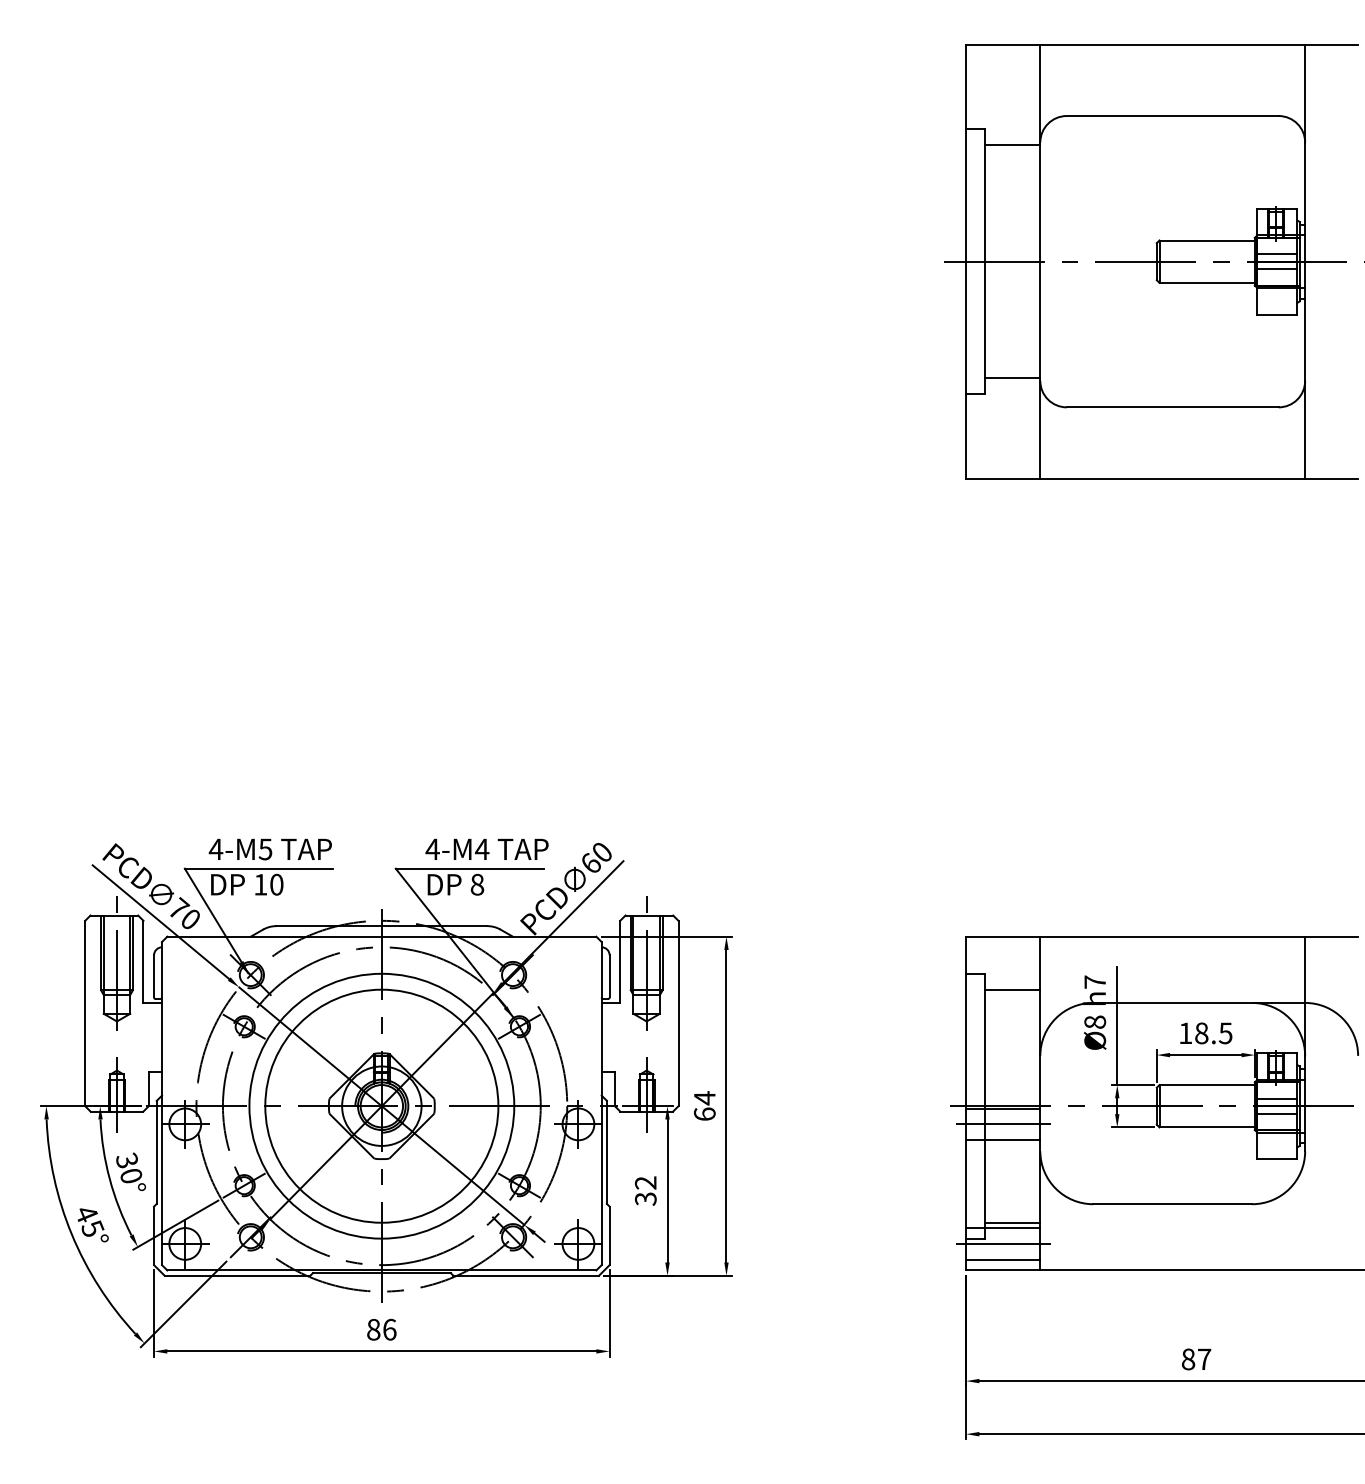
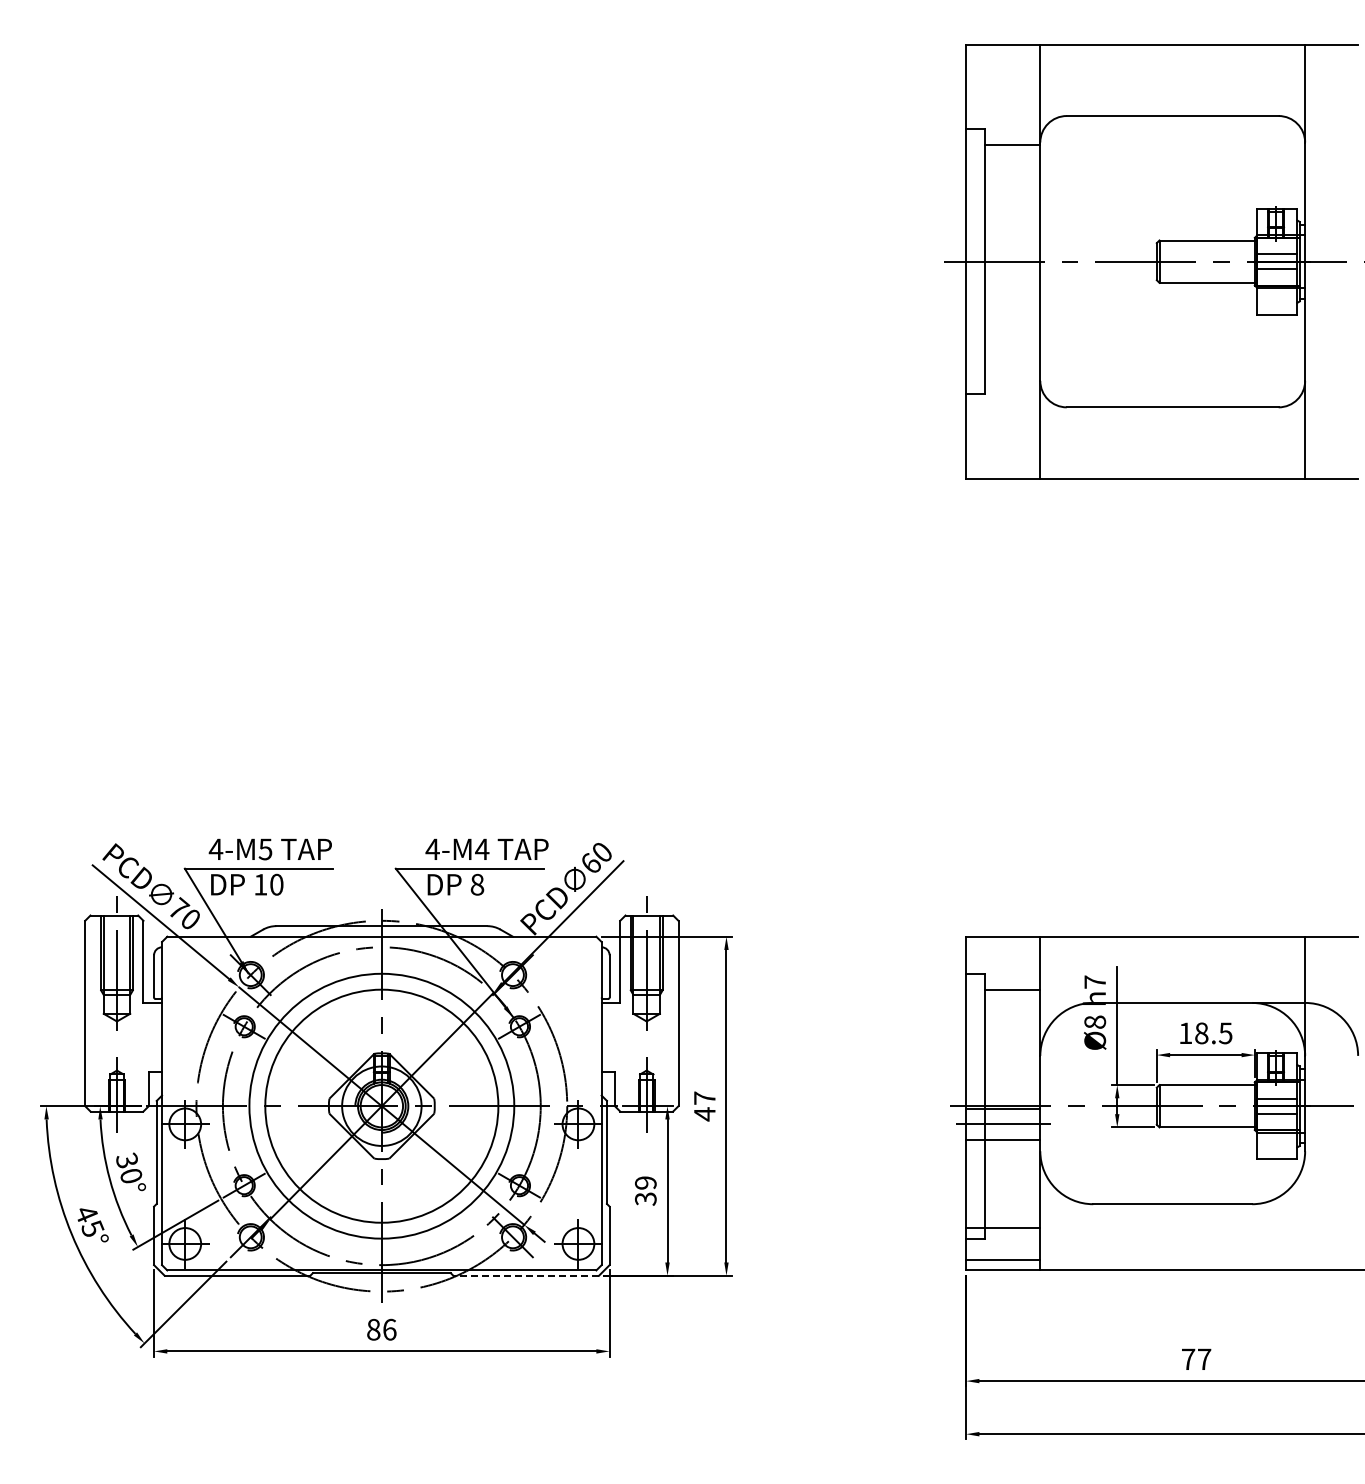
line at (1012, 378): present -> none
text at (704, 1106): 64 -> 47
text at (645, 1182): 32 -> 39
line at (1012, 1222): present -> none
line at (1002, 1243): present -> none
line at (526, 1275): solid -> dashed
text at (1188, 1359): 87 -> 77
